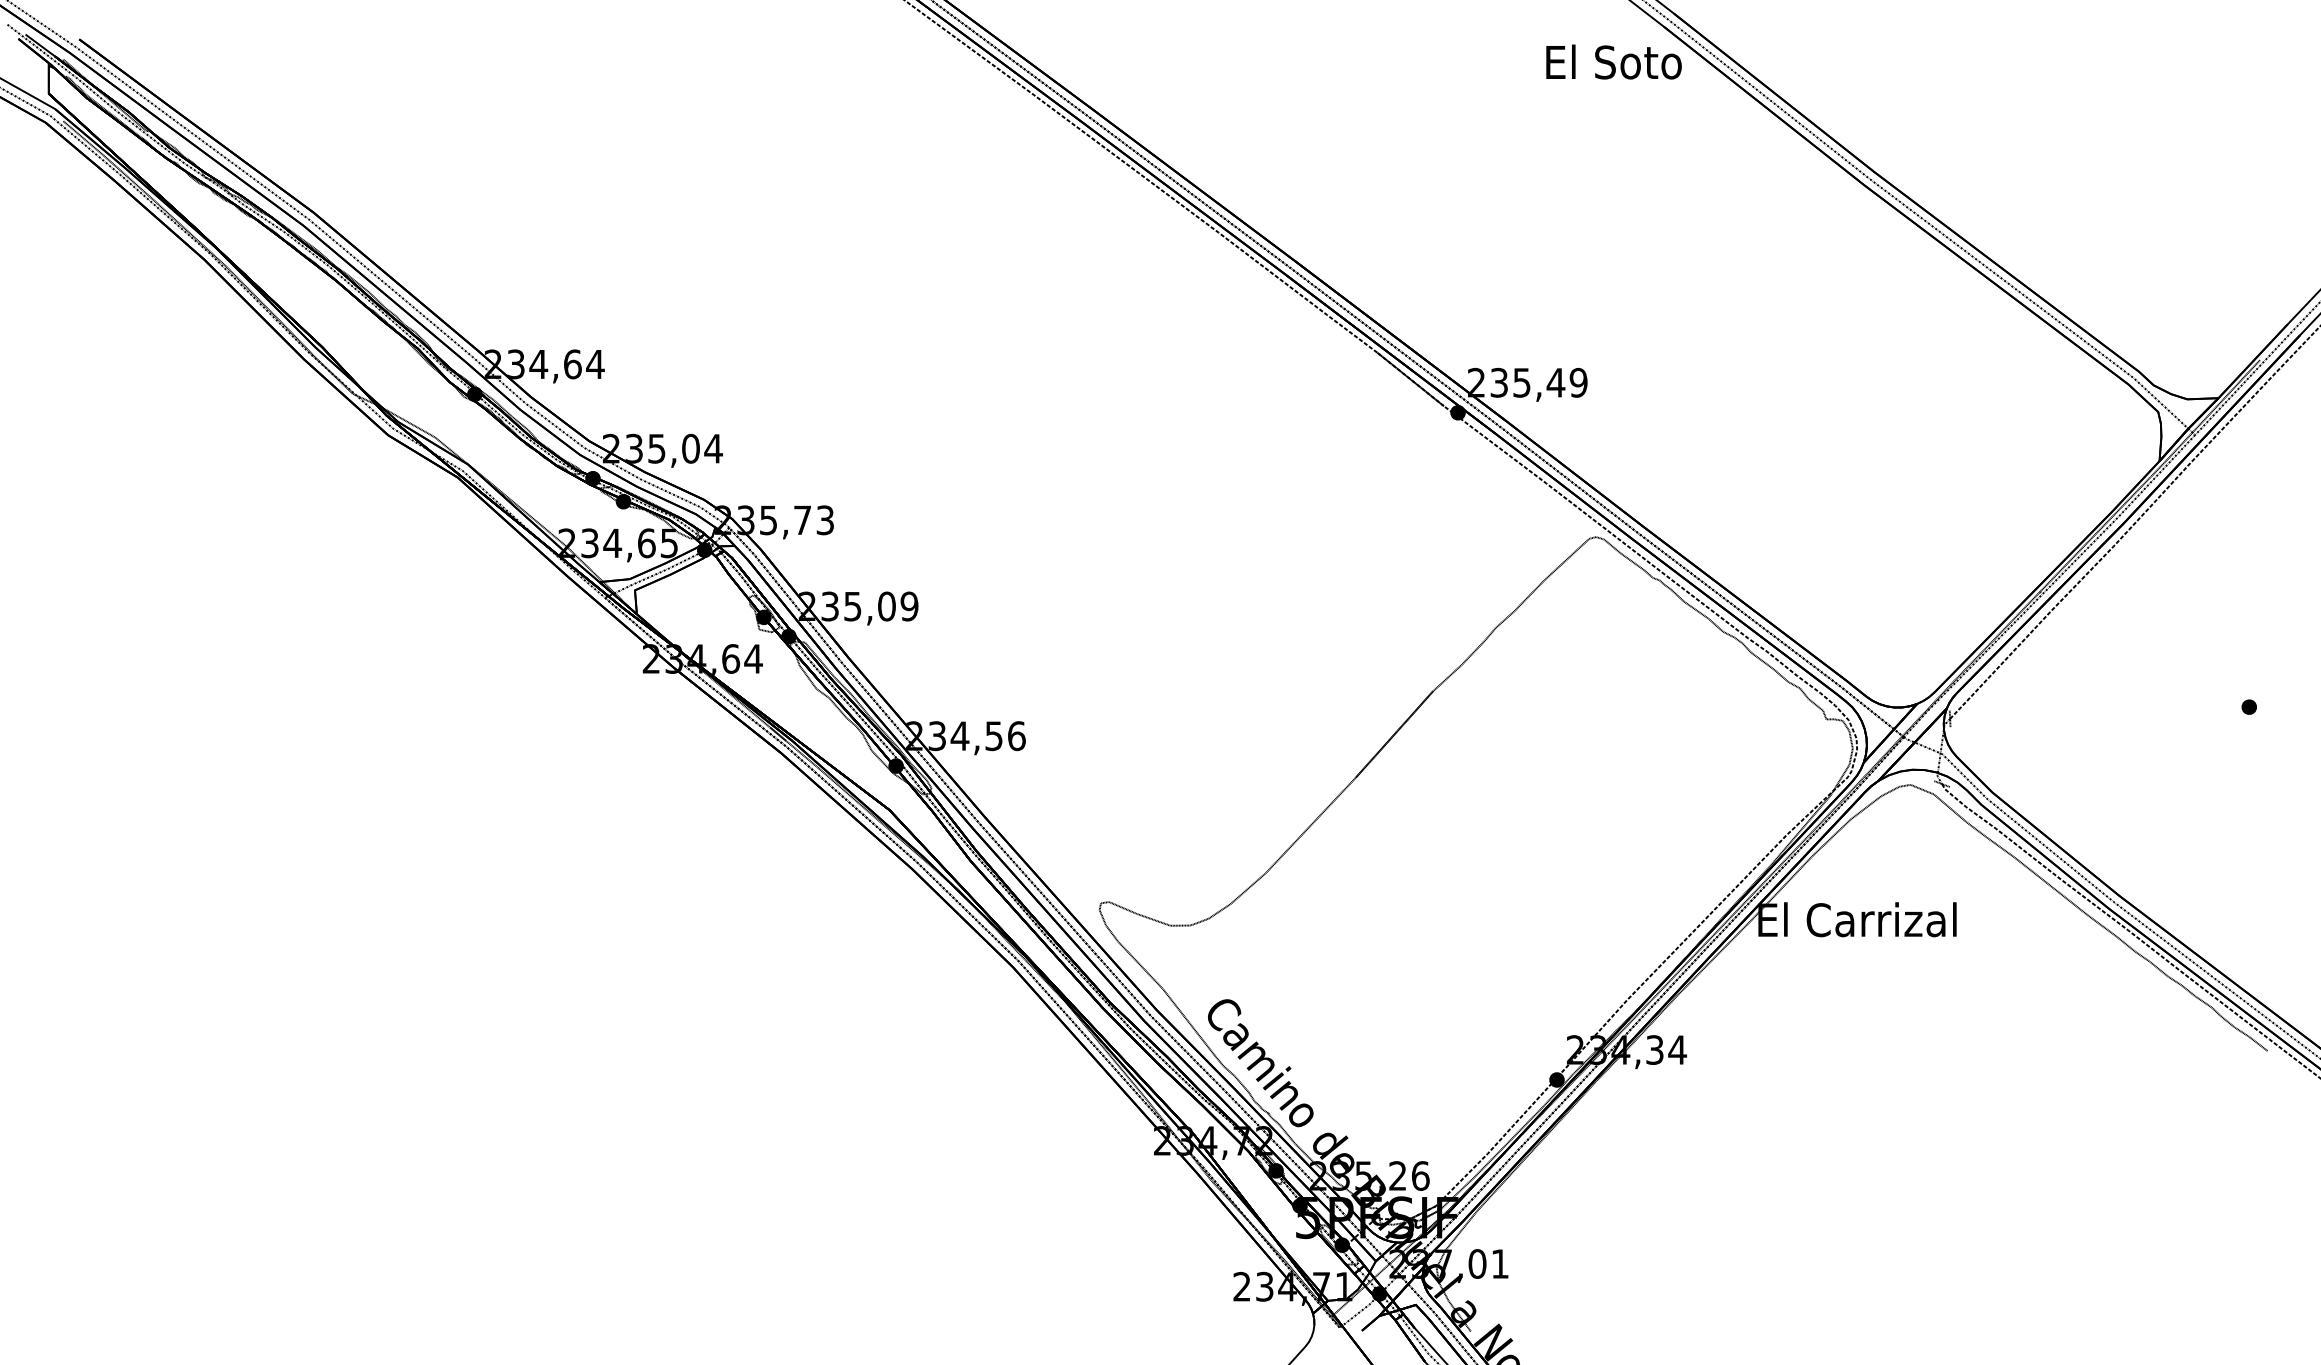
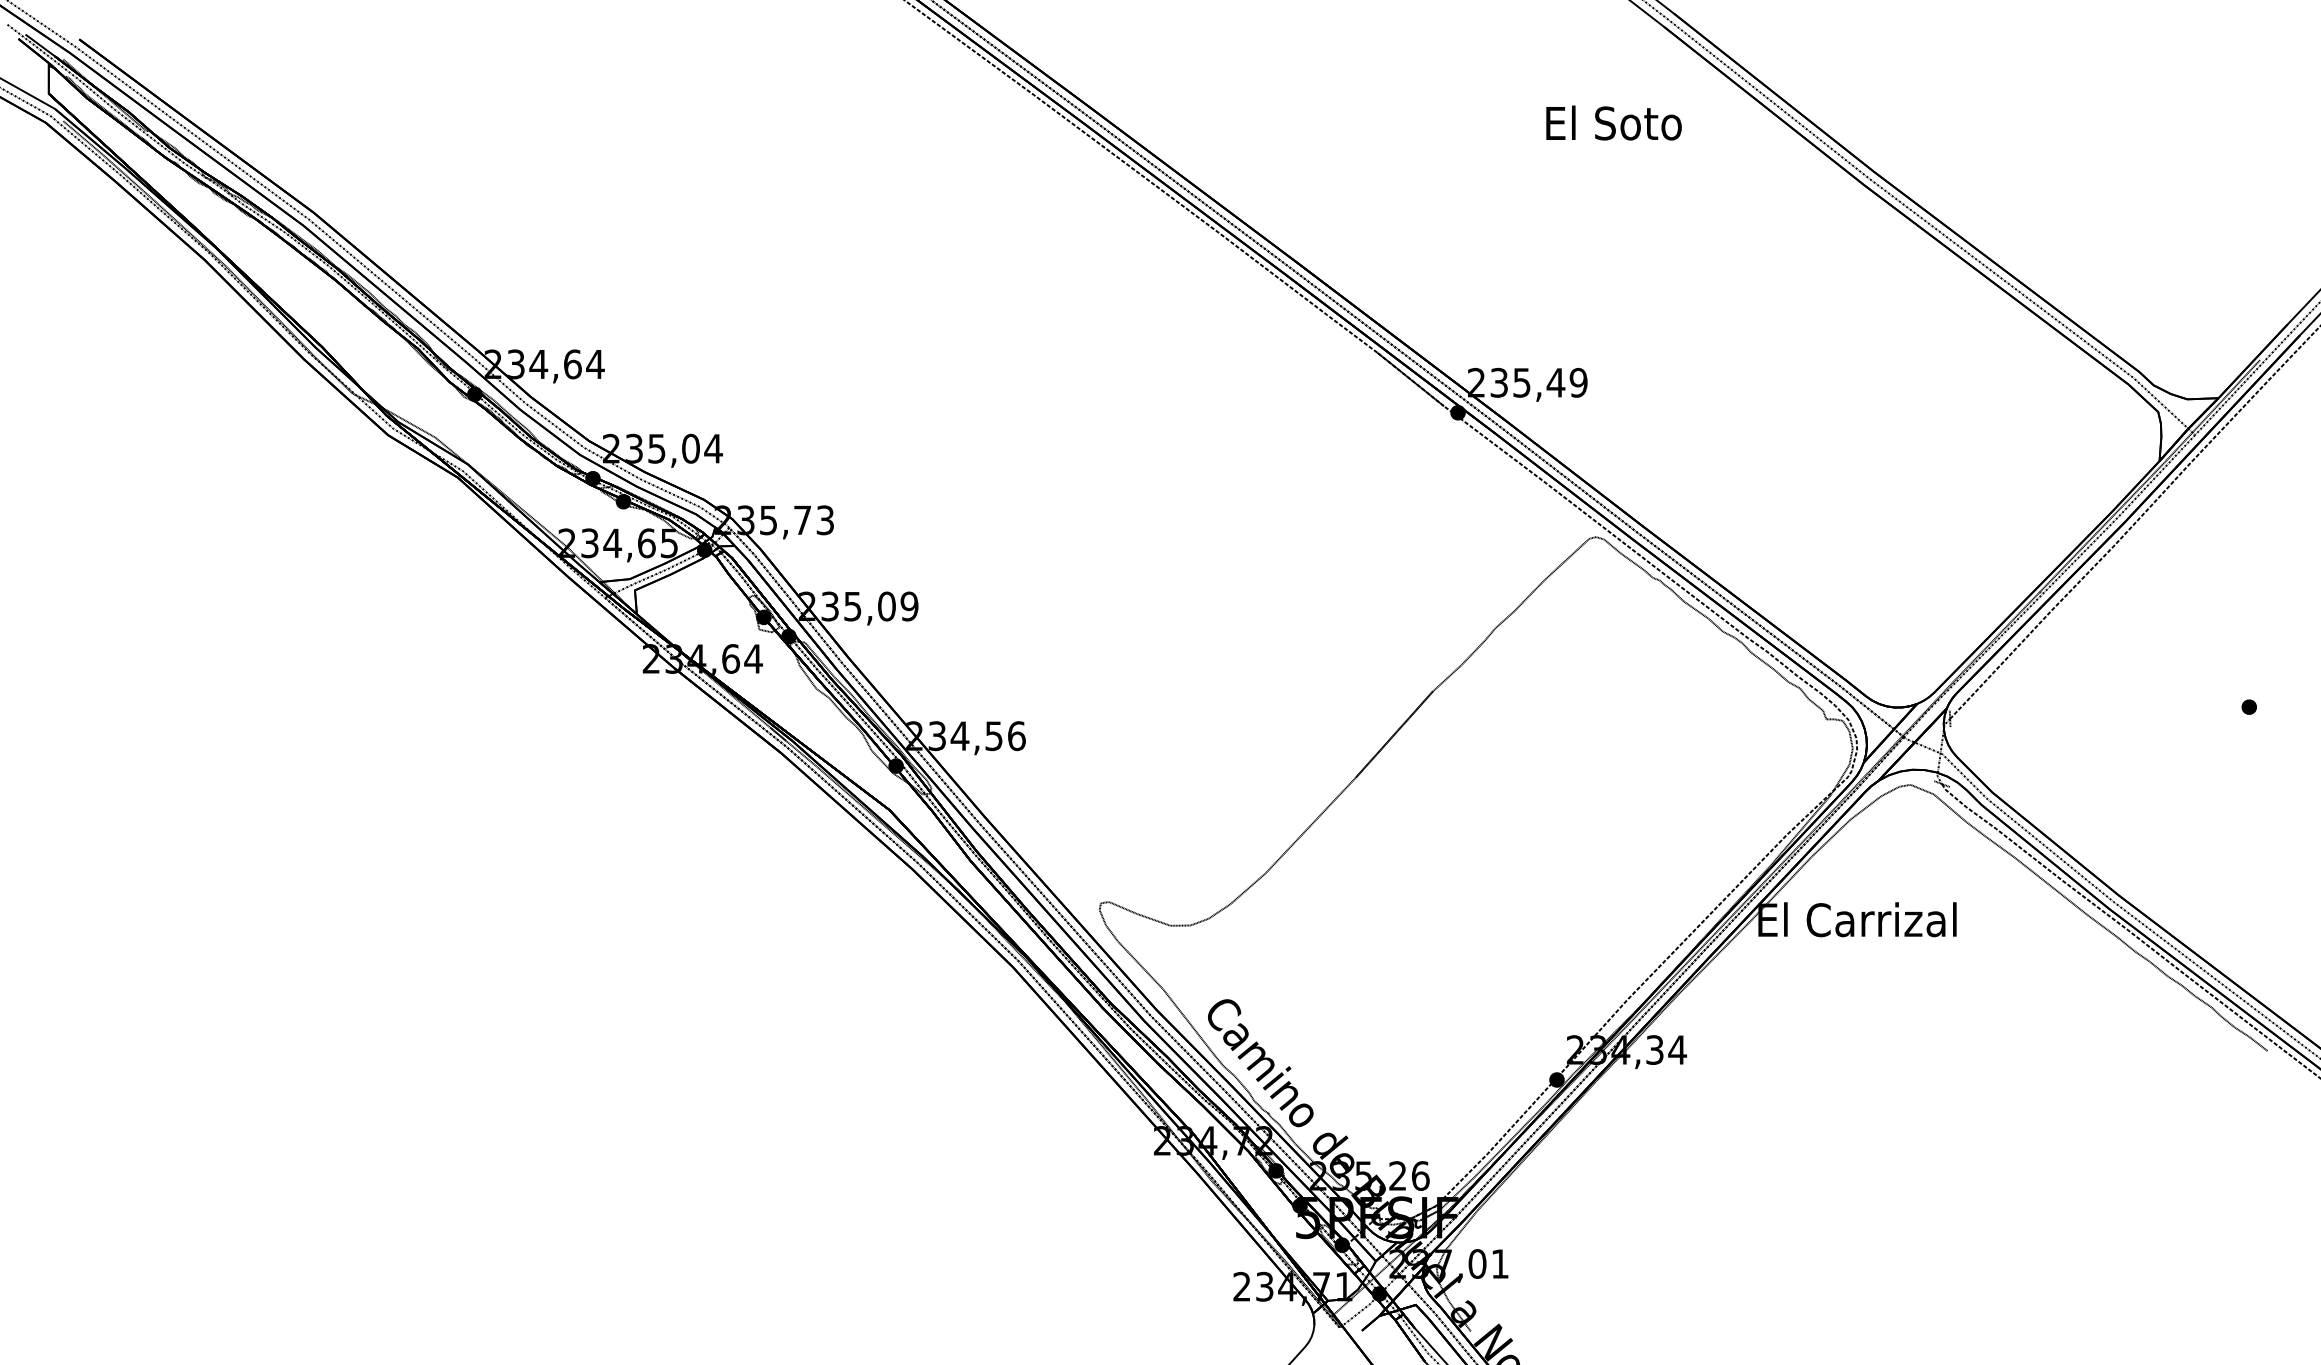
text at (1613, 61) position: (1613, 61) -> (1613, 122)
